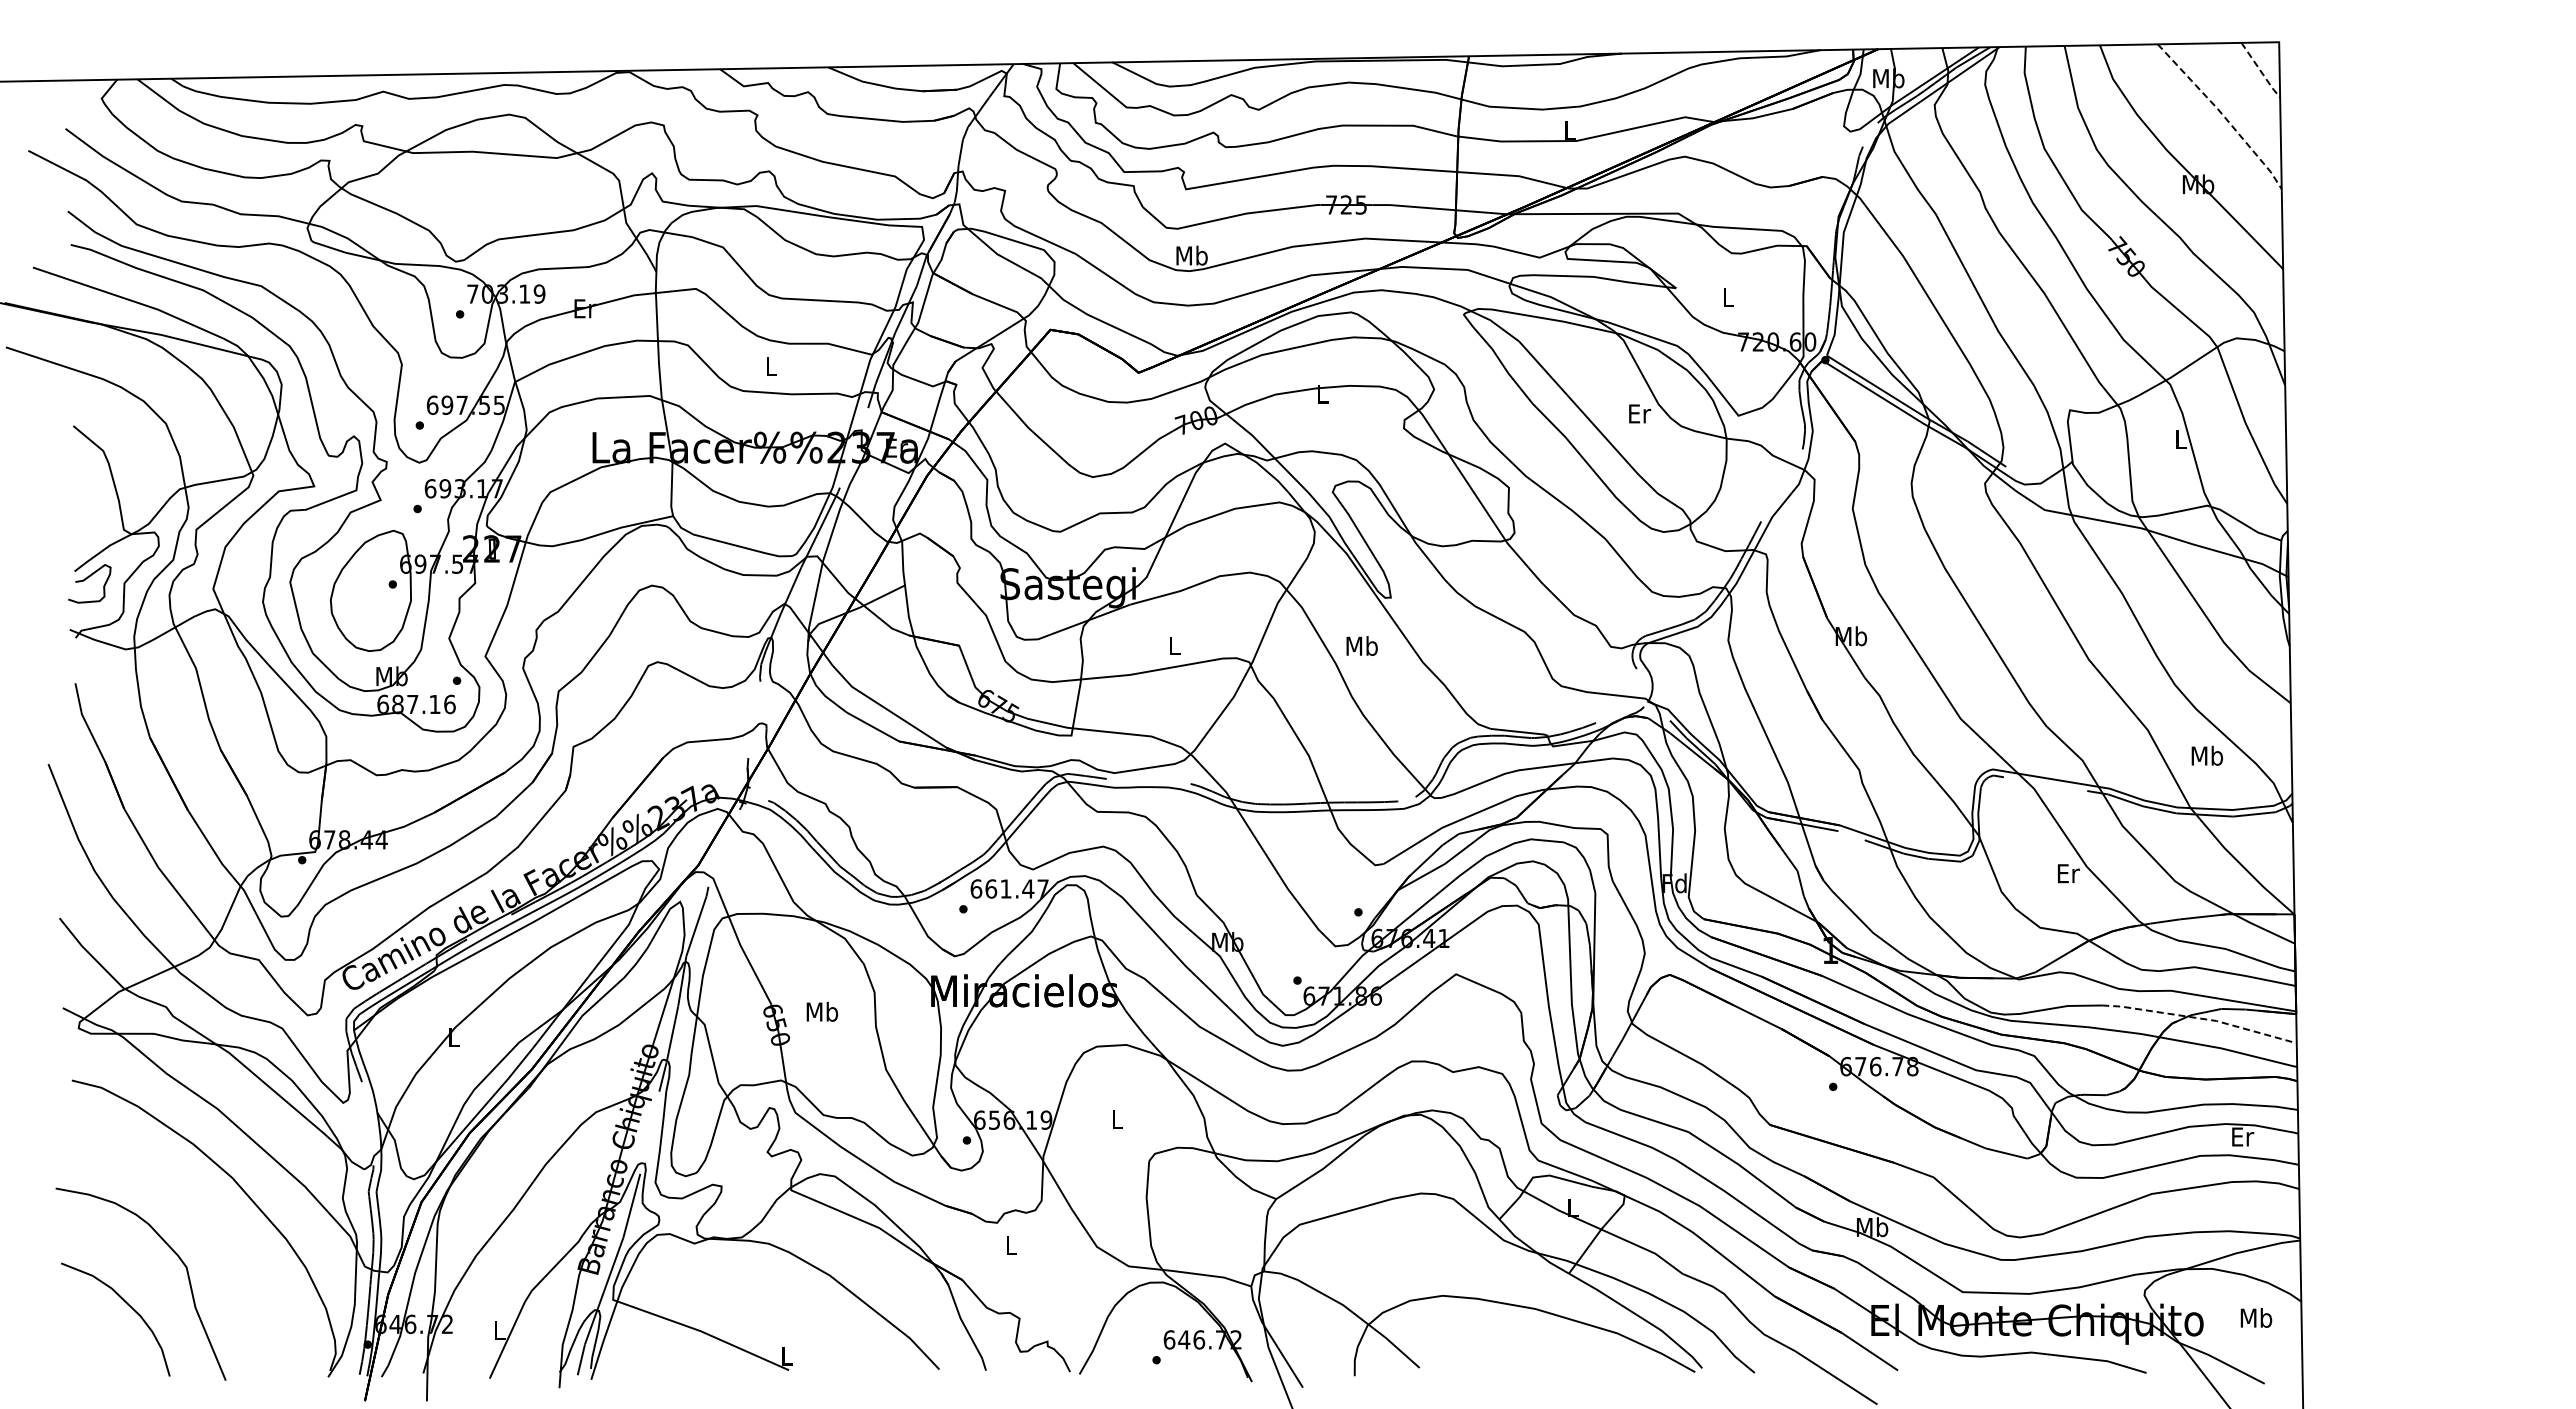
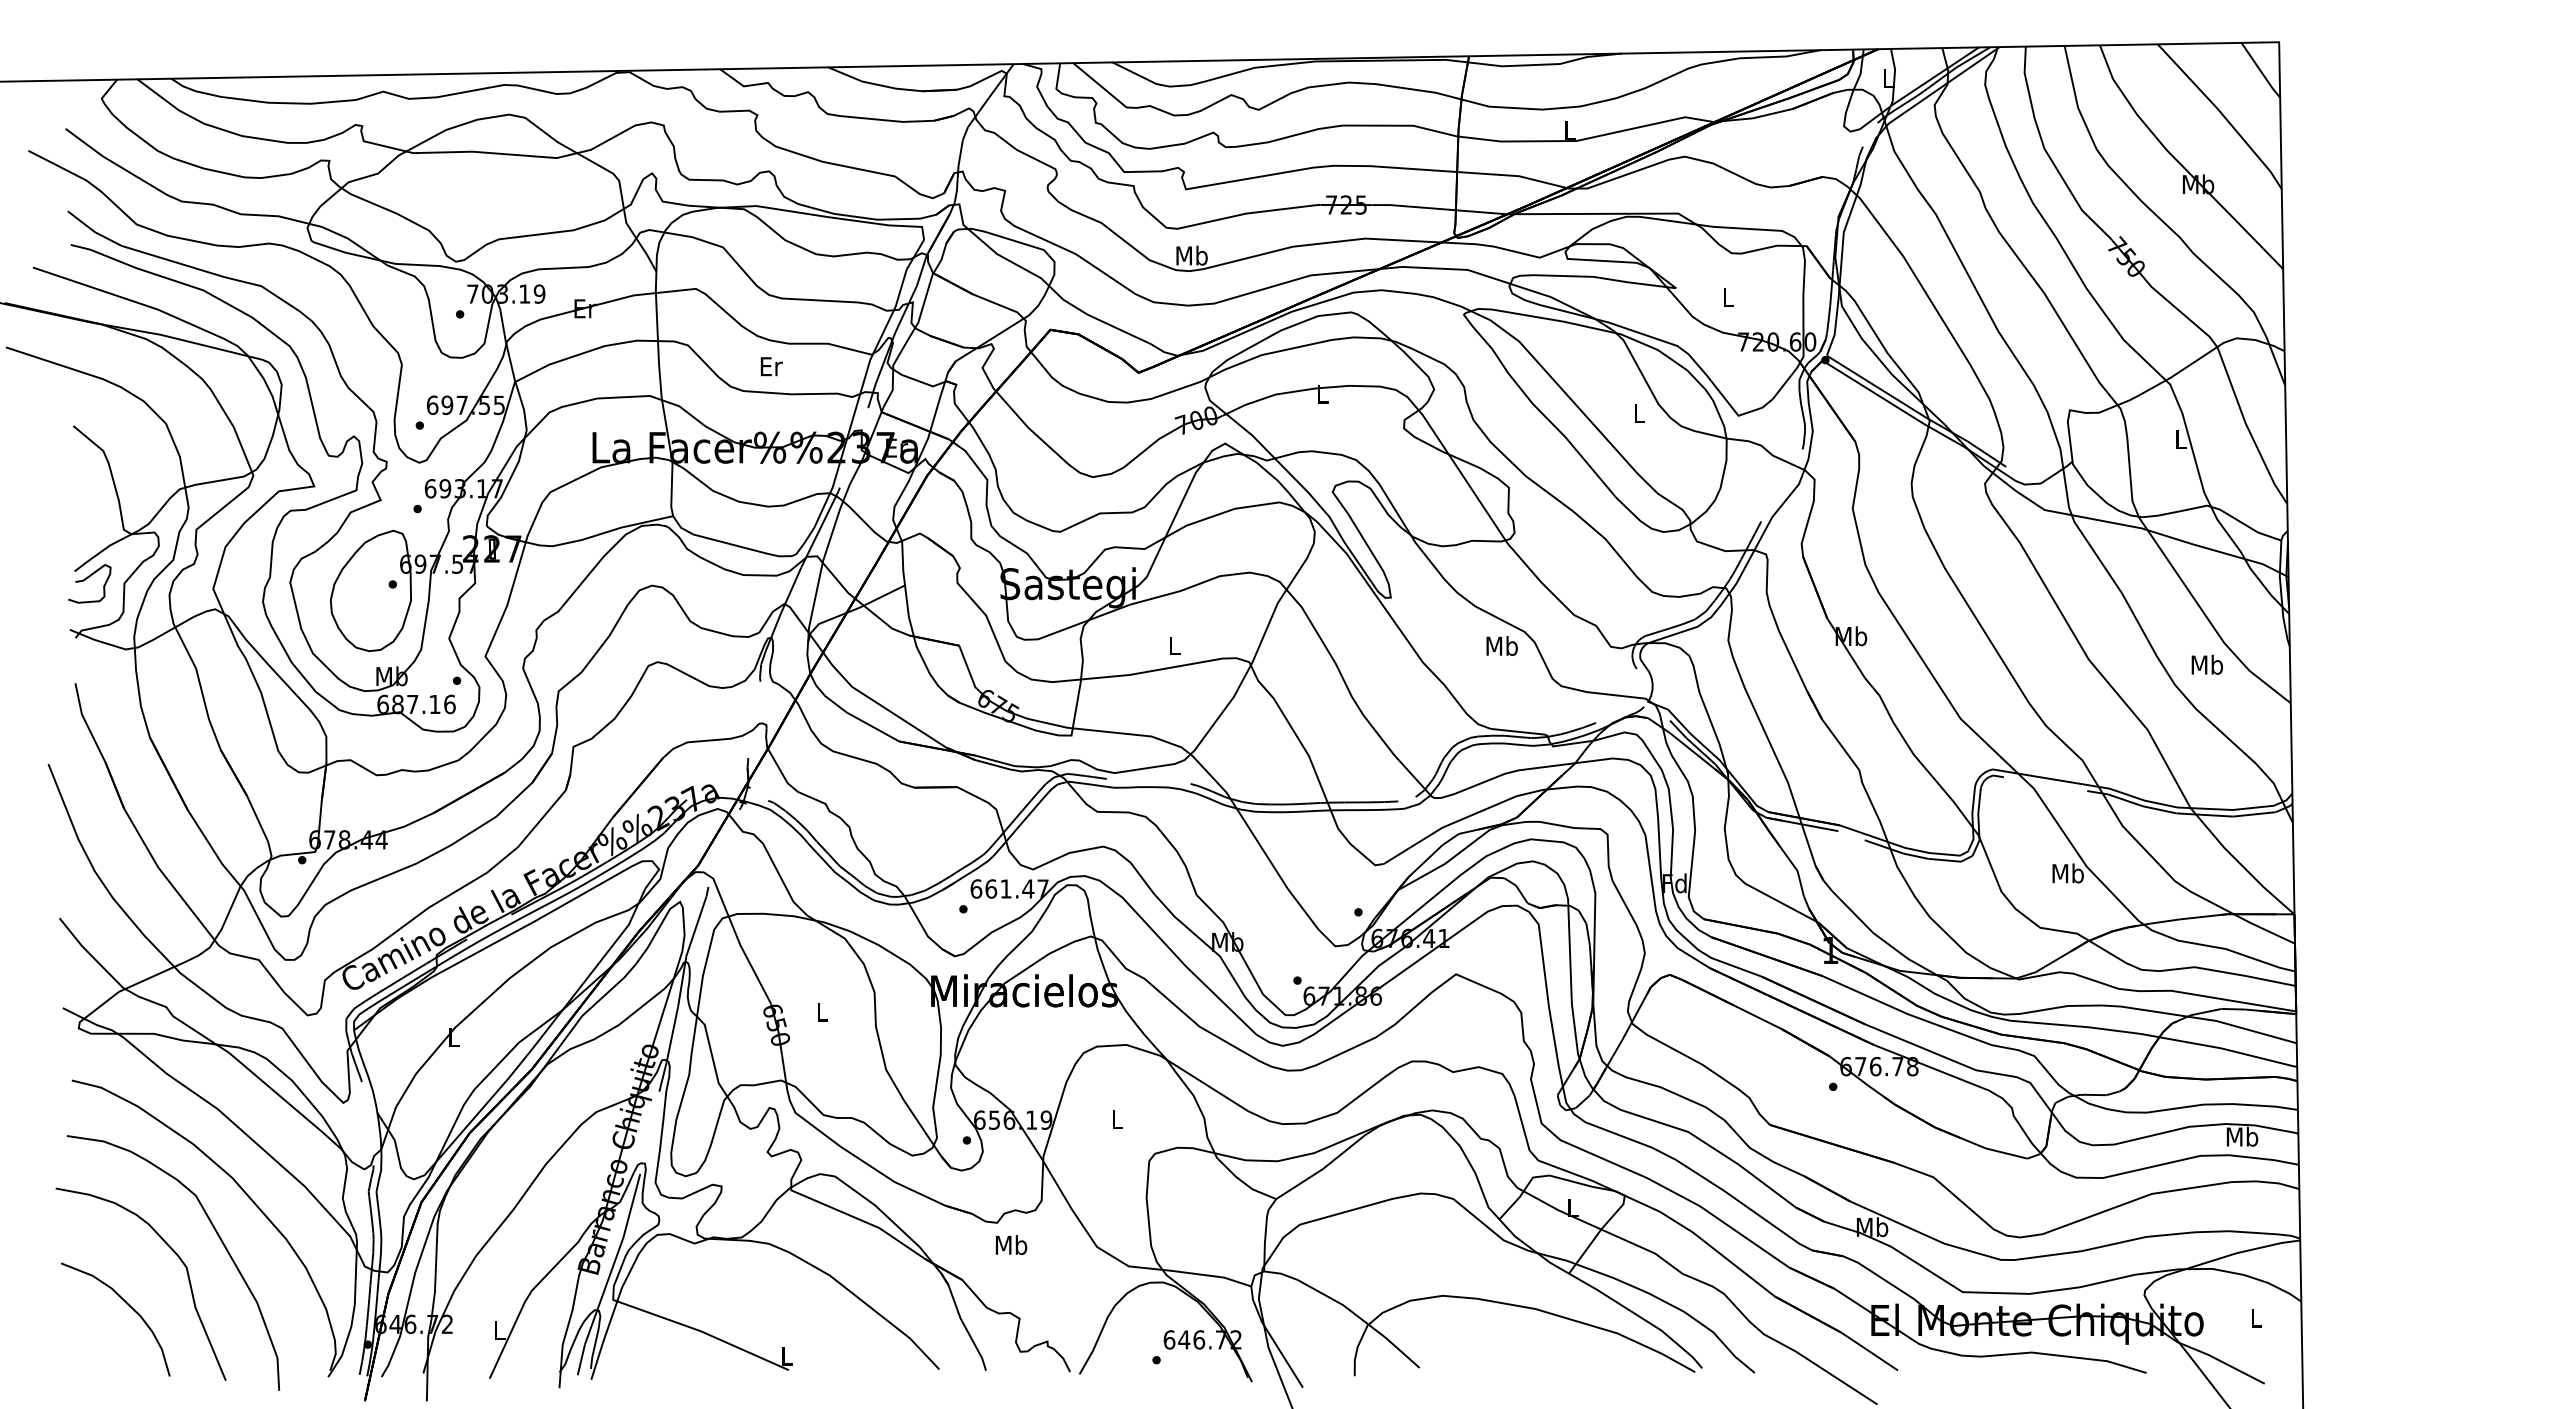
line at (2261, 71): dashed -> solid
text at (1888, 78): Mb -> L
line at (2222, 114): dashed -> solid
text at (771, 366): L -> Er
text at (1640, 413): Er -> L
text at (1361, 645) position: (1361, 645) -> (1501, 645)
text at (2207, 755) position: (2207, 755) -> (2207, 664)
text at (2067, 873): Er -> Mb
text at (822, 1011): Mb -> L
line at (2200, 1018): dashed -> solid
text at (2242, 1136): Er -> Mb
curve at (219, 1239): none -> present
text at (1011, 1245): L -> Mb
text at (2256, 1317): Mb -> L
